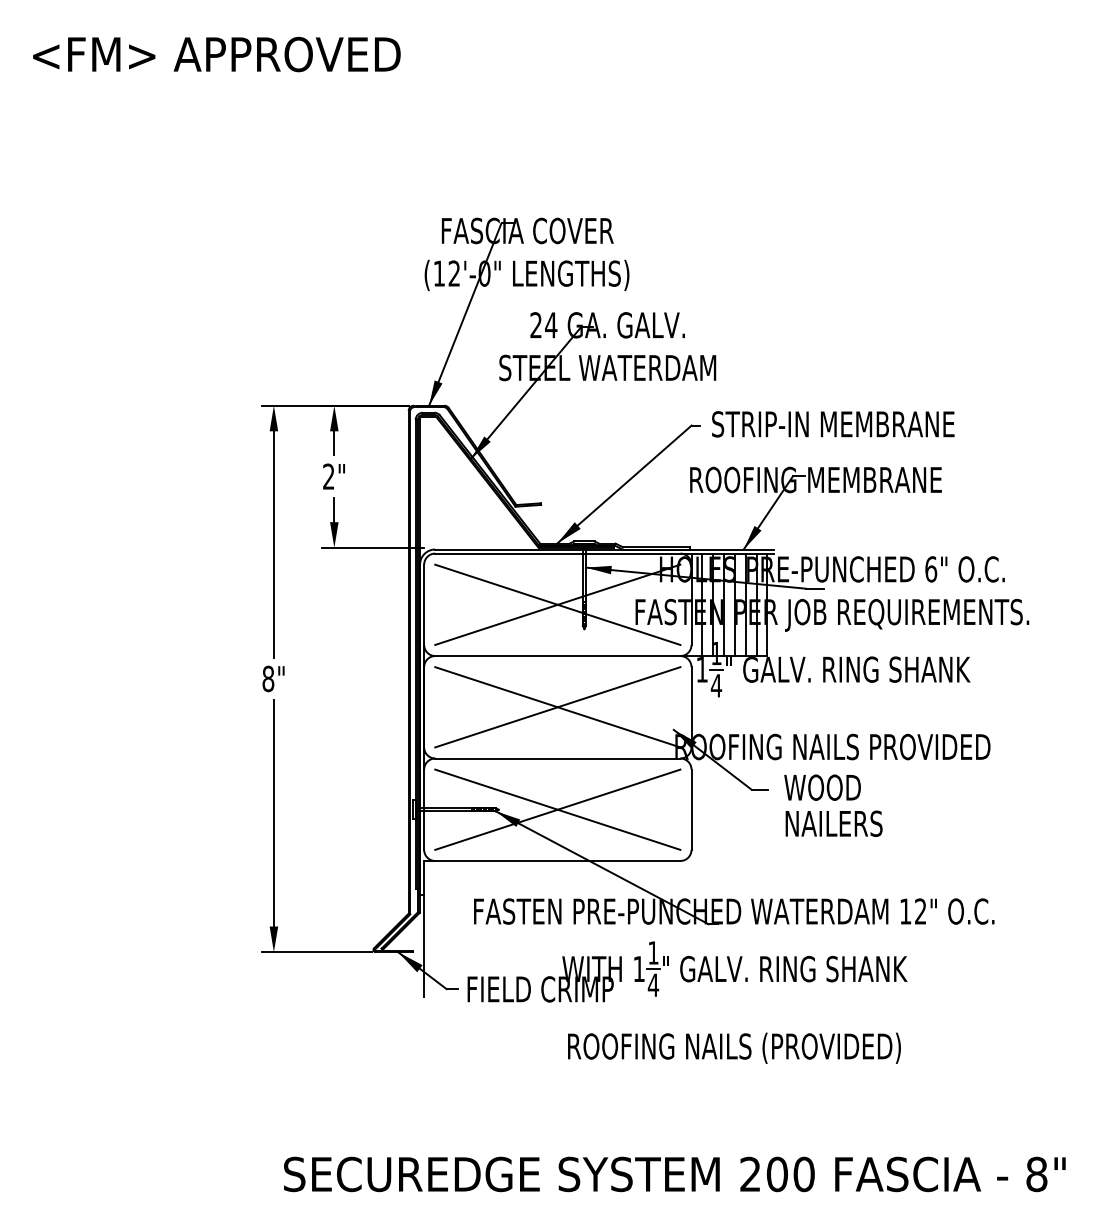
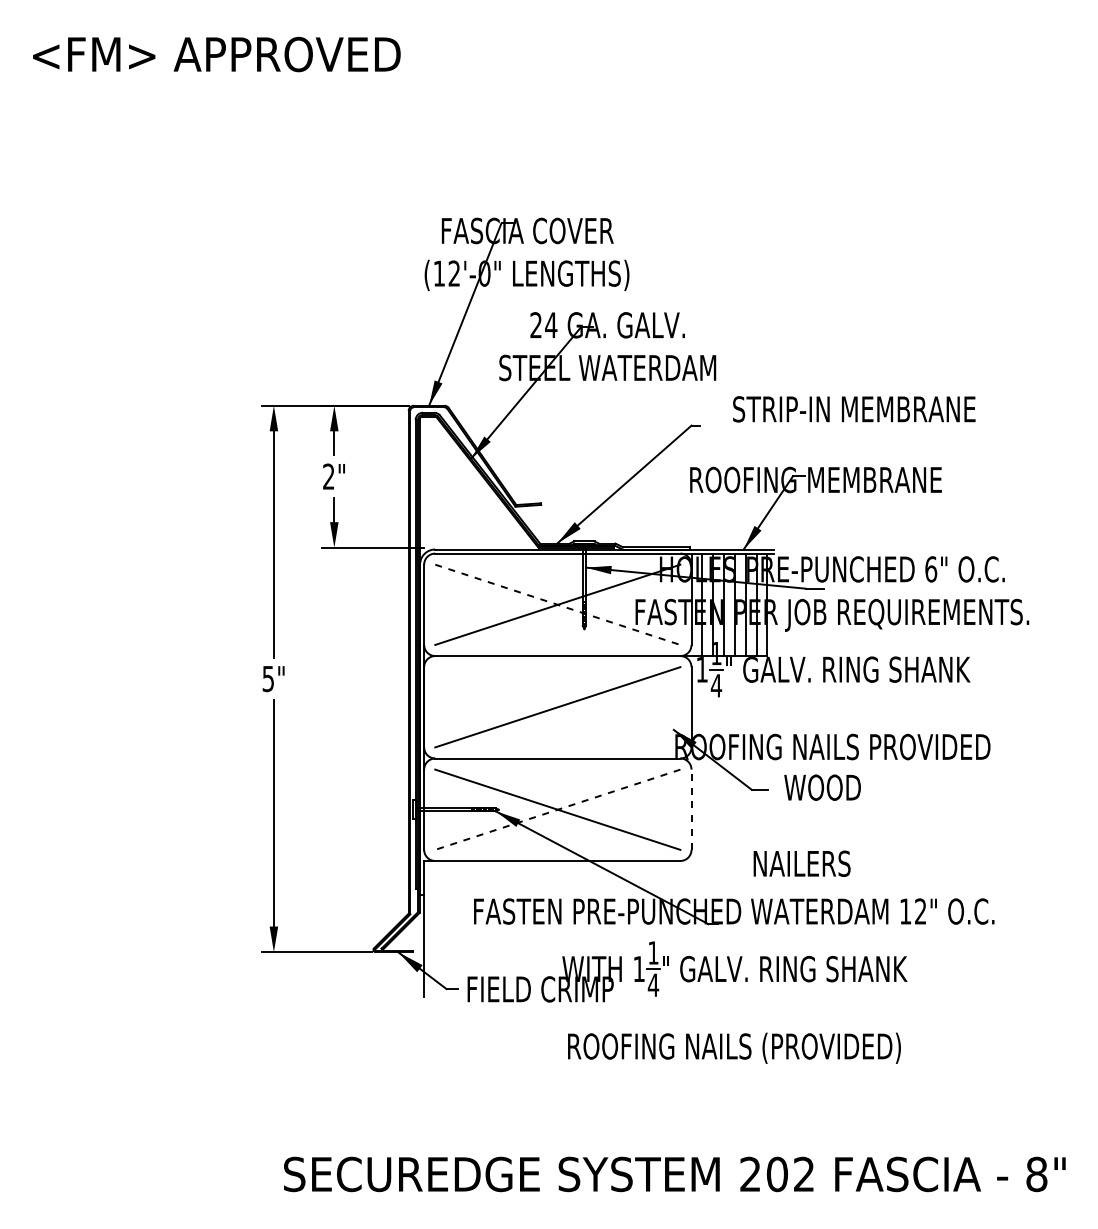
text at (833, 424) position: (833, 424) -> (854, 409)
line at (557, 604): solid -> dashed
text at (268, 678): 8" -> 5"
line at (557, 707): present -> none
line at (557, 809): solid -> dashed
line at (691, 809): solid -> dashed
text at (833, 823) position: (833, 823) -> (801, 863)
text at (803, 1174): 200 -> 202
